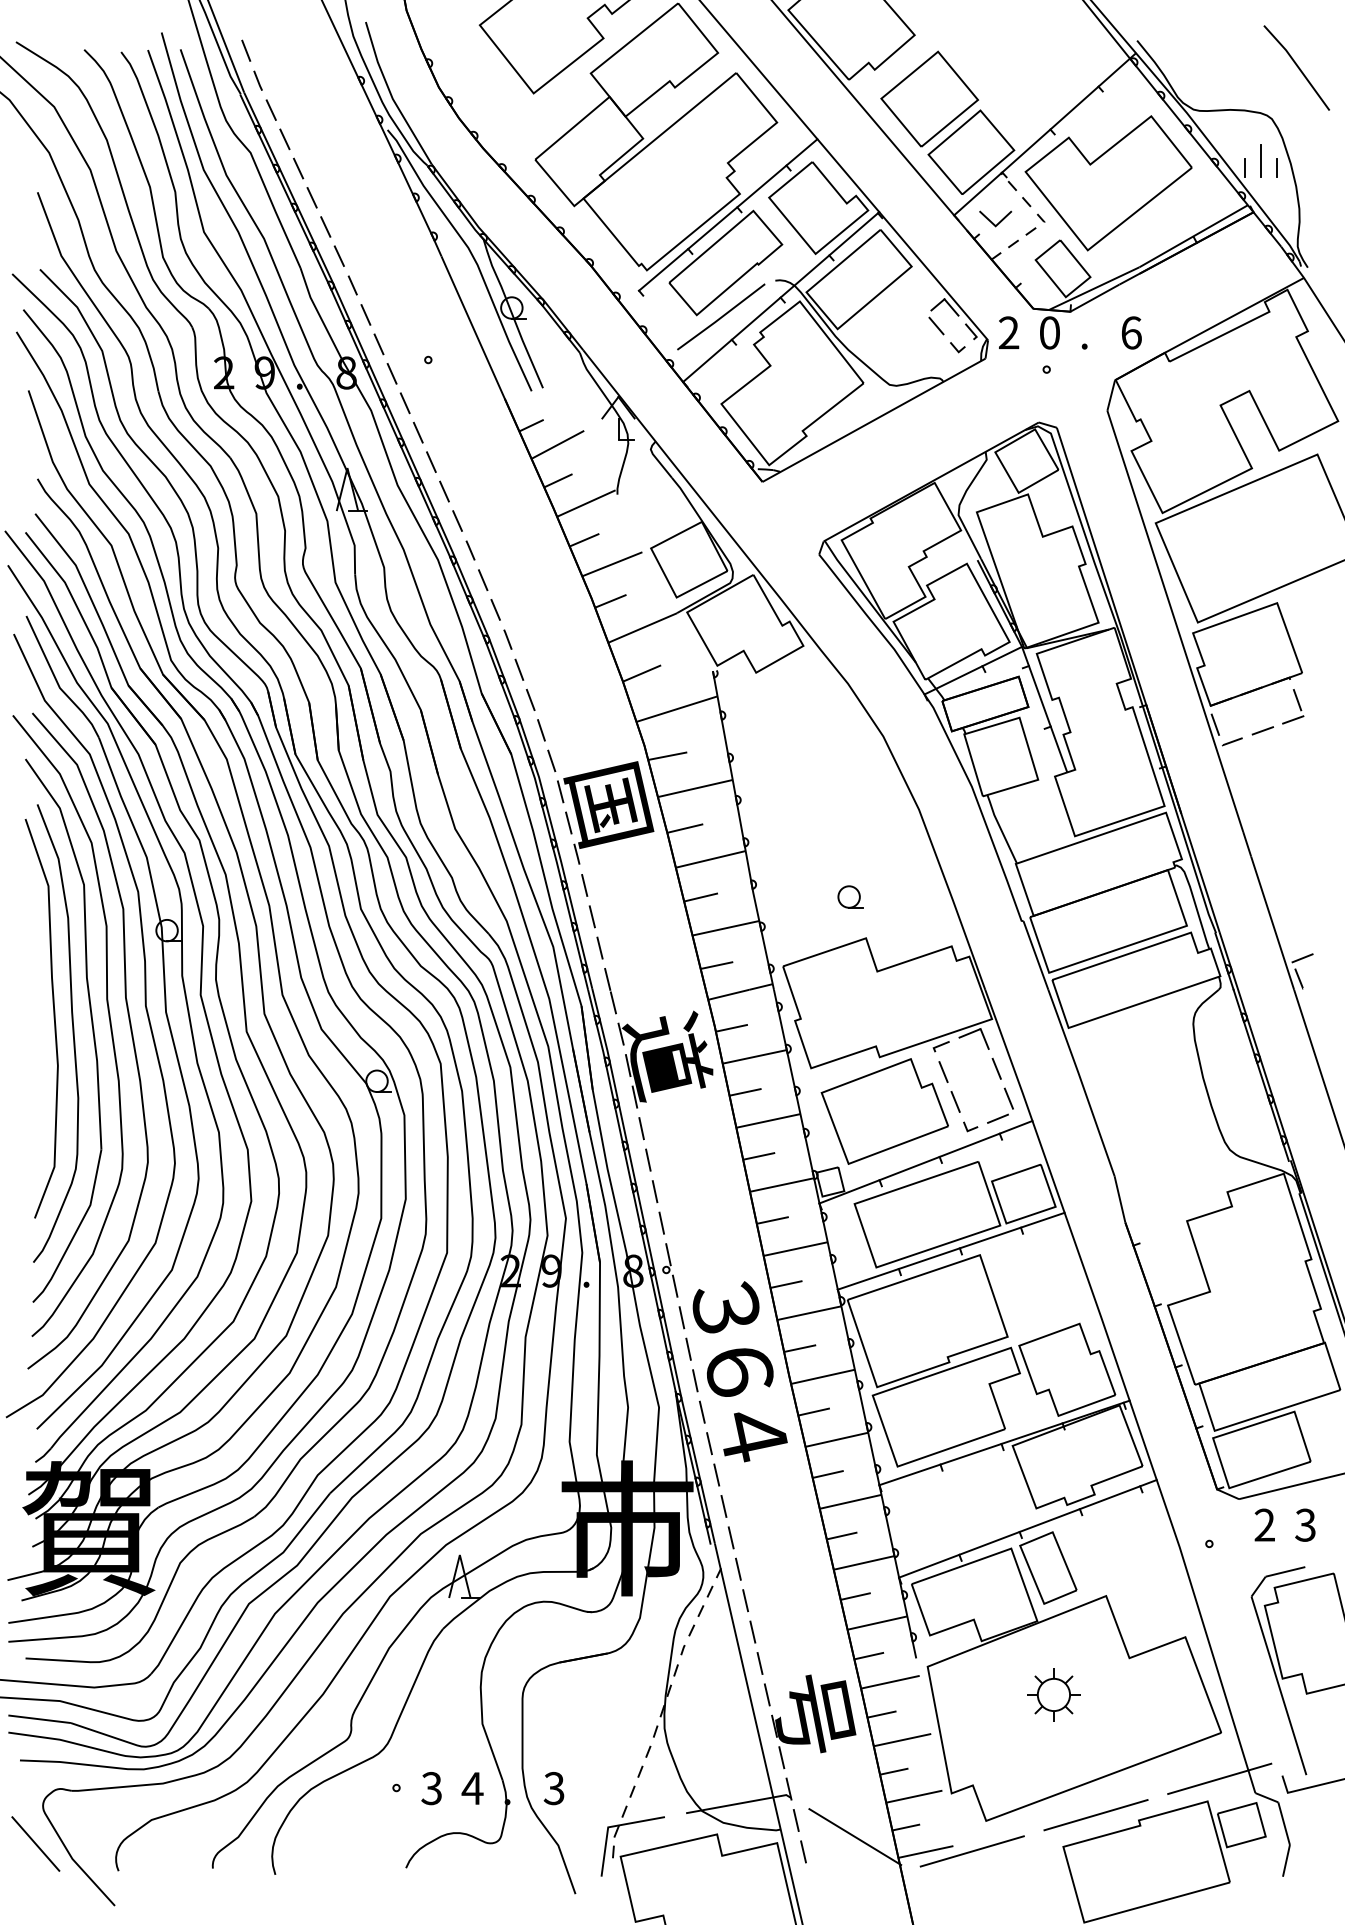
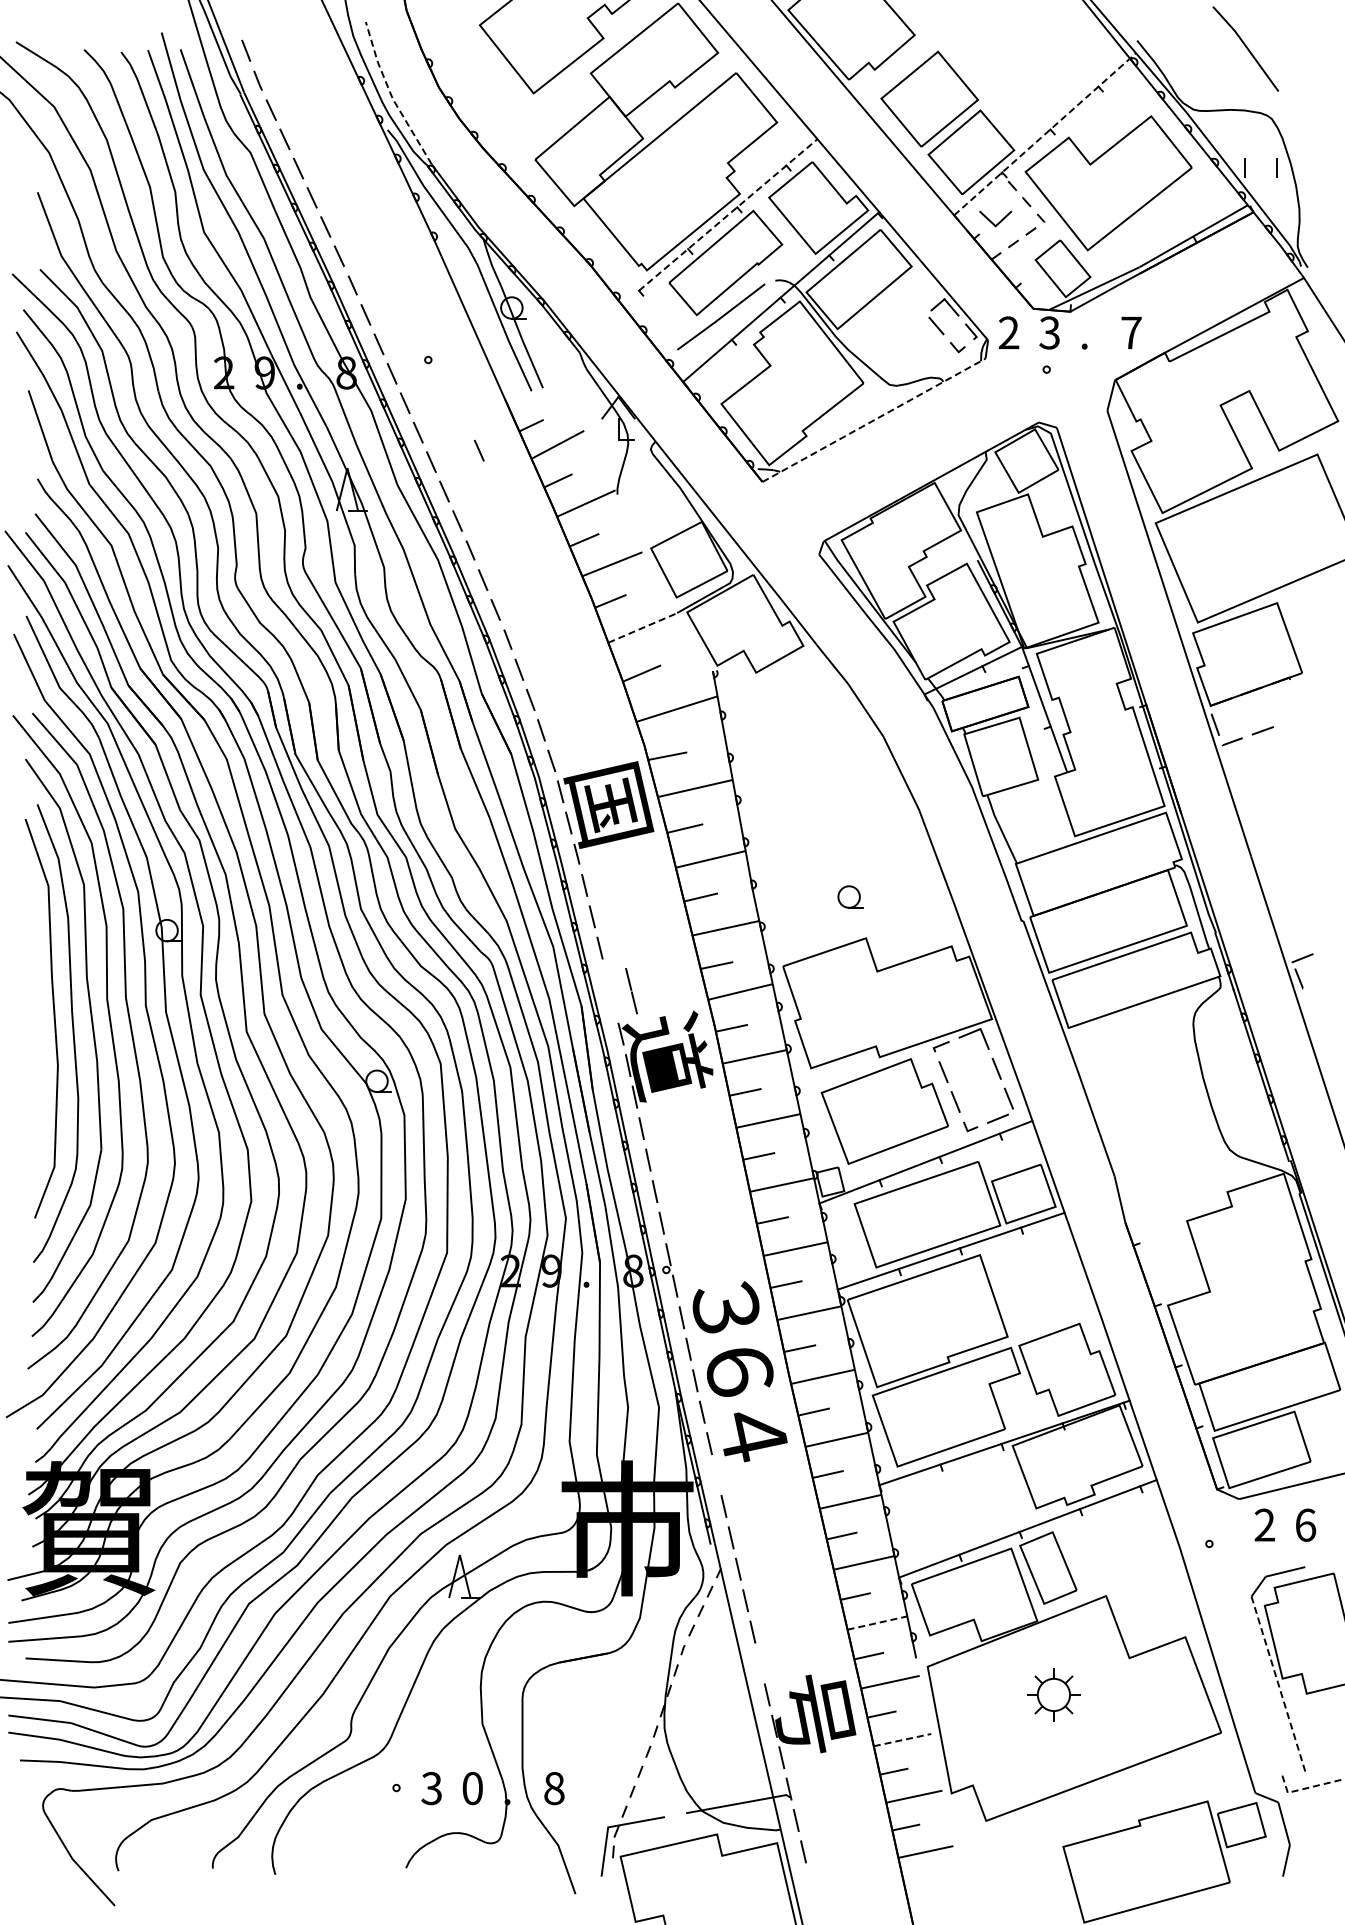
line at (1296, 66) position: (1296, 66) -> (1245, 47)
line at (391, 96): solid -> dashed
line at (1044, 134): solid -> dashed
line at (1261, 161): present -> none
line at (728, 214): solid -> dashed
text at (1049, 332): 0 -> 3
text at (1131, 332): 6 -> 7
line at (874, 420): solid -> dashed
line at (478, 450): none -> present
line at (643, 627): solid -> dashed
part at (1293, 706): present -> none
line at (610, 991) position: (610, 991) -> (631, 991)
line at (716, 1474): present -> none
text at (1305, 1524): 3 -> 6
line at (877, 1623): solid -> dashed
line at (759, 1663): present -> none
line at (1279, 1686): solid -> dashed
line at (903, 1740): solid -> dashed
line at (1219, 1778): present -> none
text at (472, 1788): 4 -> 0
text at (553, 1788): 3 -> 8
line at (1307, 1788): solid -> dashed
line at (1095, 1815): present -> none
line at (855, 1837): present -> none
line at (35, 1843): present -> none
line at (971, 1851): present -> none
